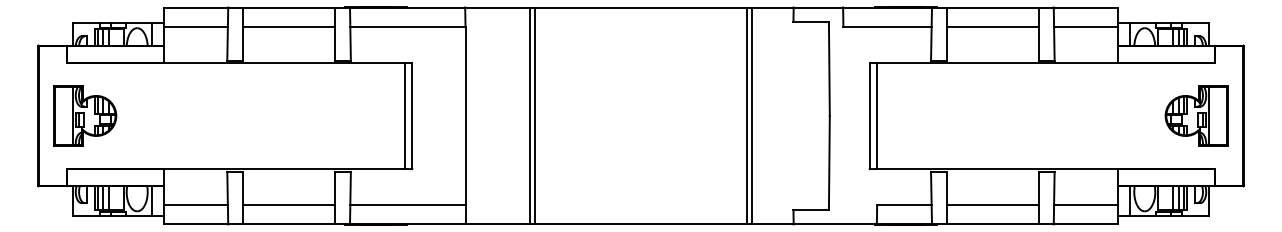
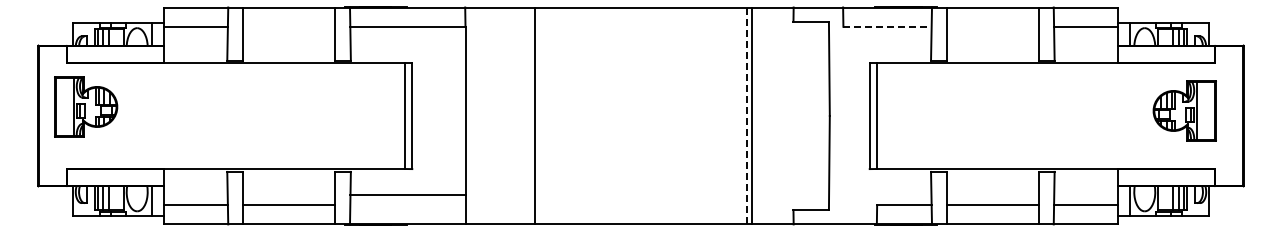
line at (288, 26): present -> none
line at (888, 26): solid -> dashed
line at (992, 26): present -> none
part at (85, 115) position: (85, 115) -> (86, 106)
line at (530, 115): present -> none
part at (1196, 115) position: (1196, 115) -> (1184, 110)
line at (747, 116): solid -> dashed
line at (407, 205) position: (407, 205) -> (407, 195)
